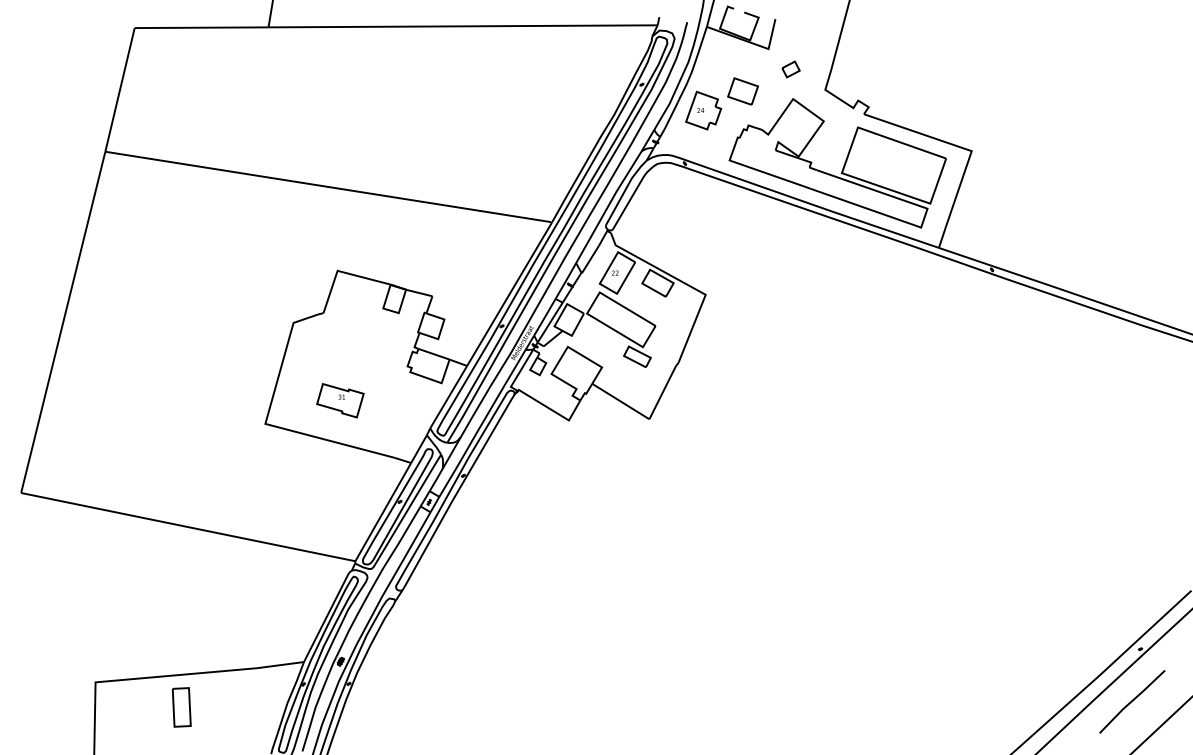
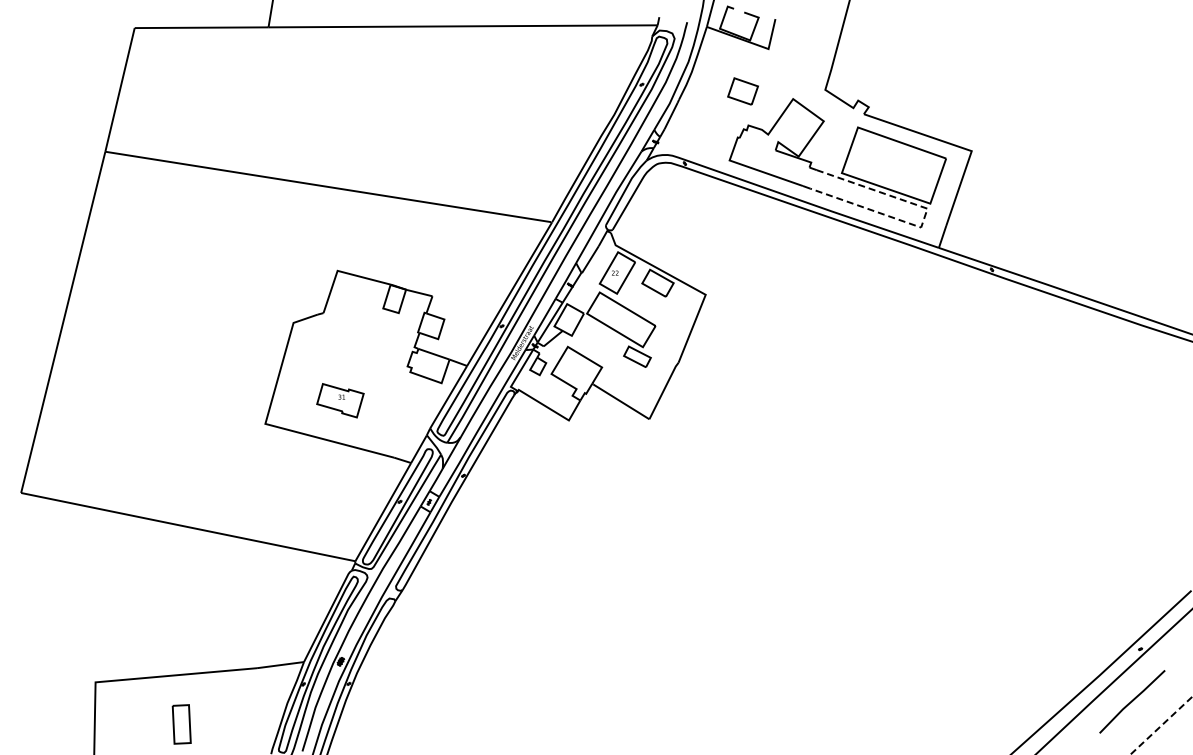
part at (790, 69): present -> none
part at (703, 110): present -> none
line at (924, 218): solid -> dashed
part at (181, 707) position: (181, 707) -> (181, 724)
line at (1161, 725): solid -> dashed
